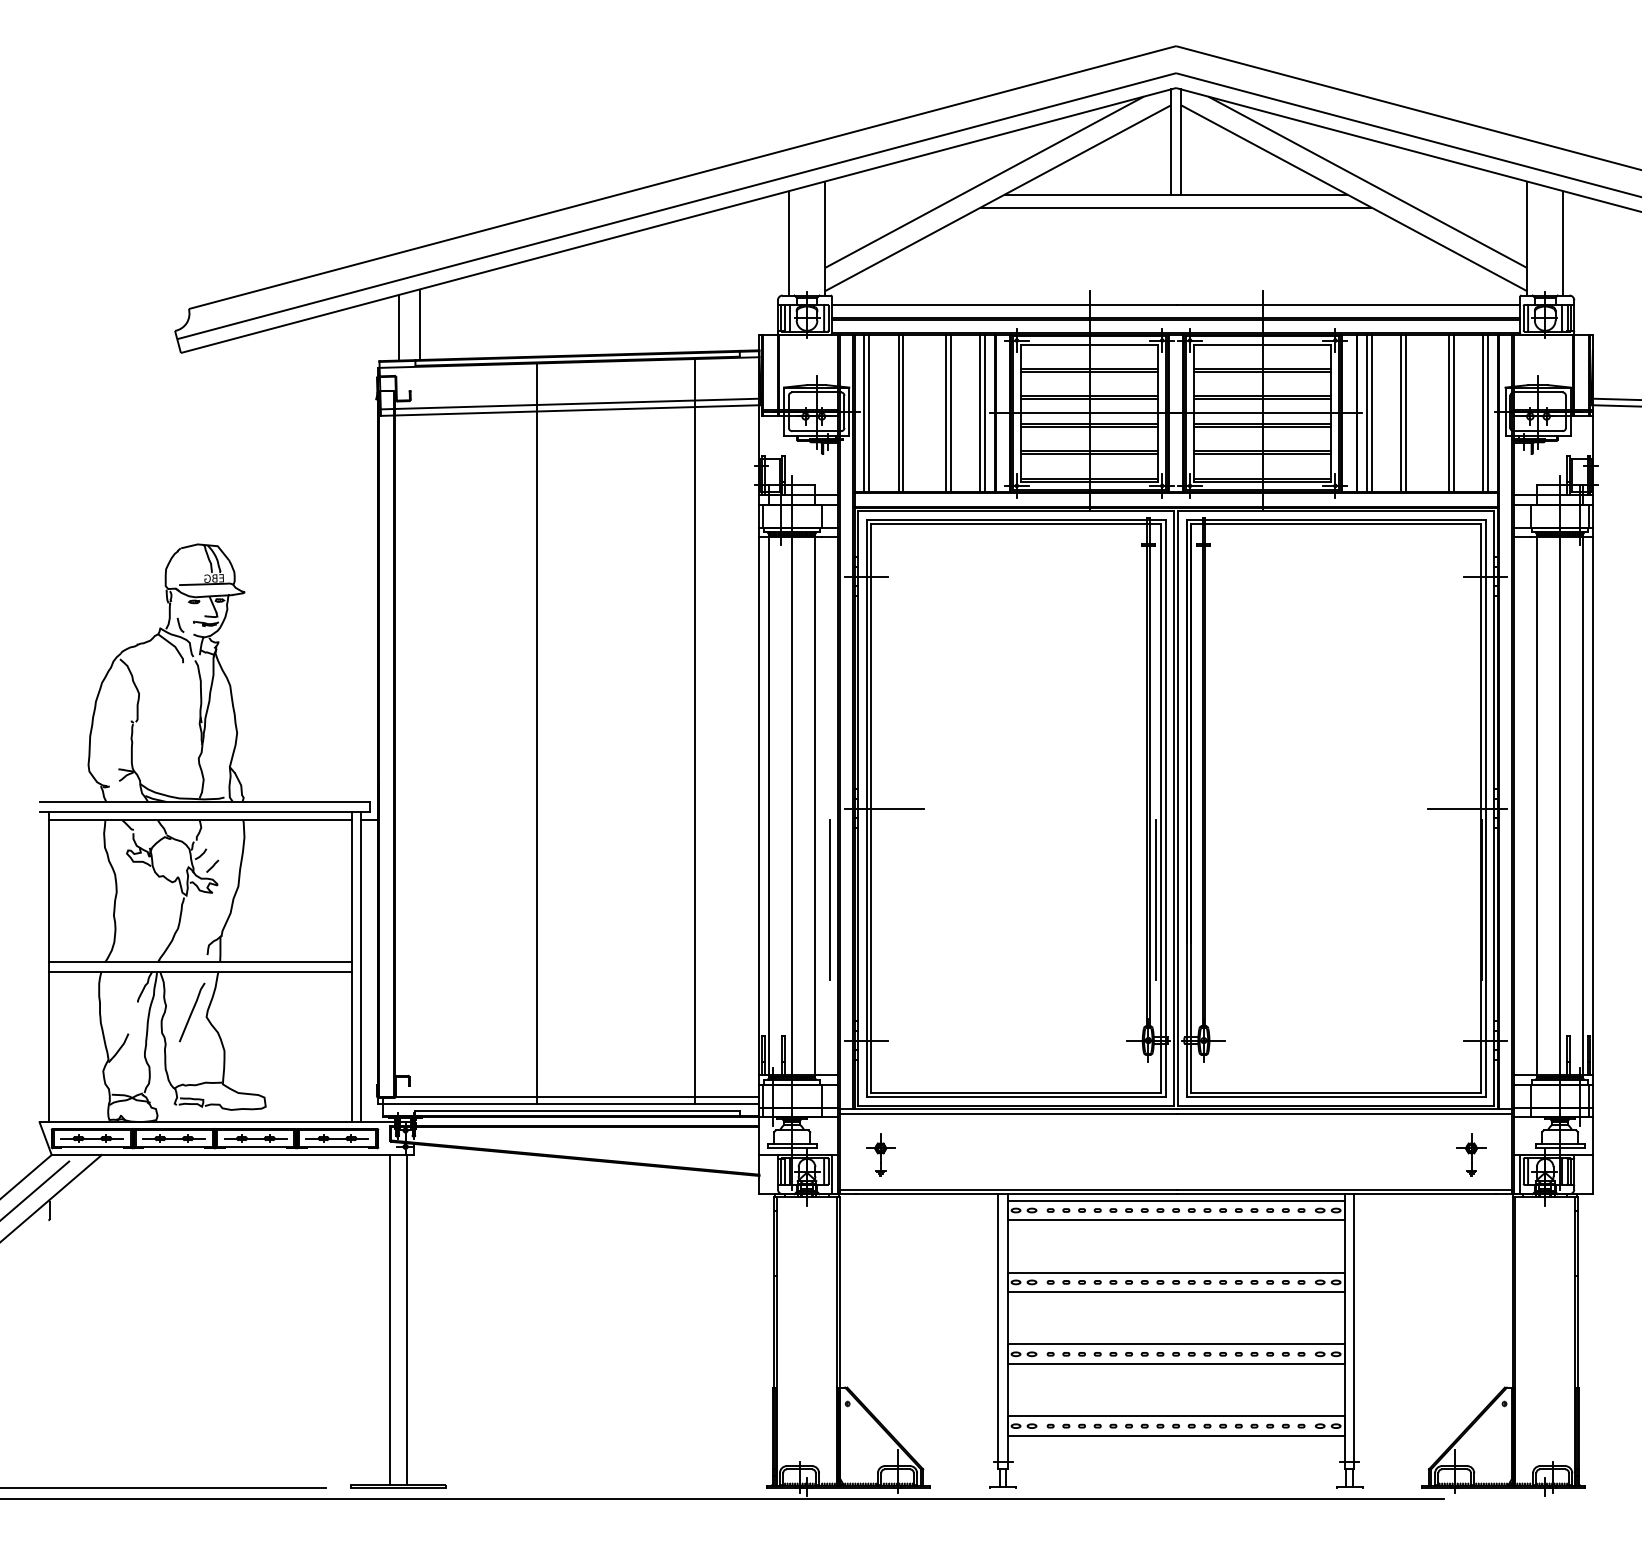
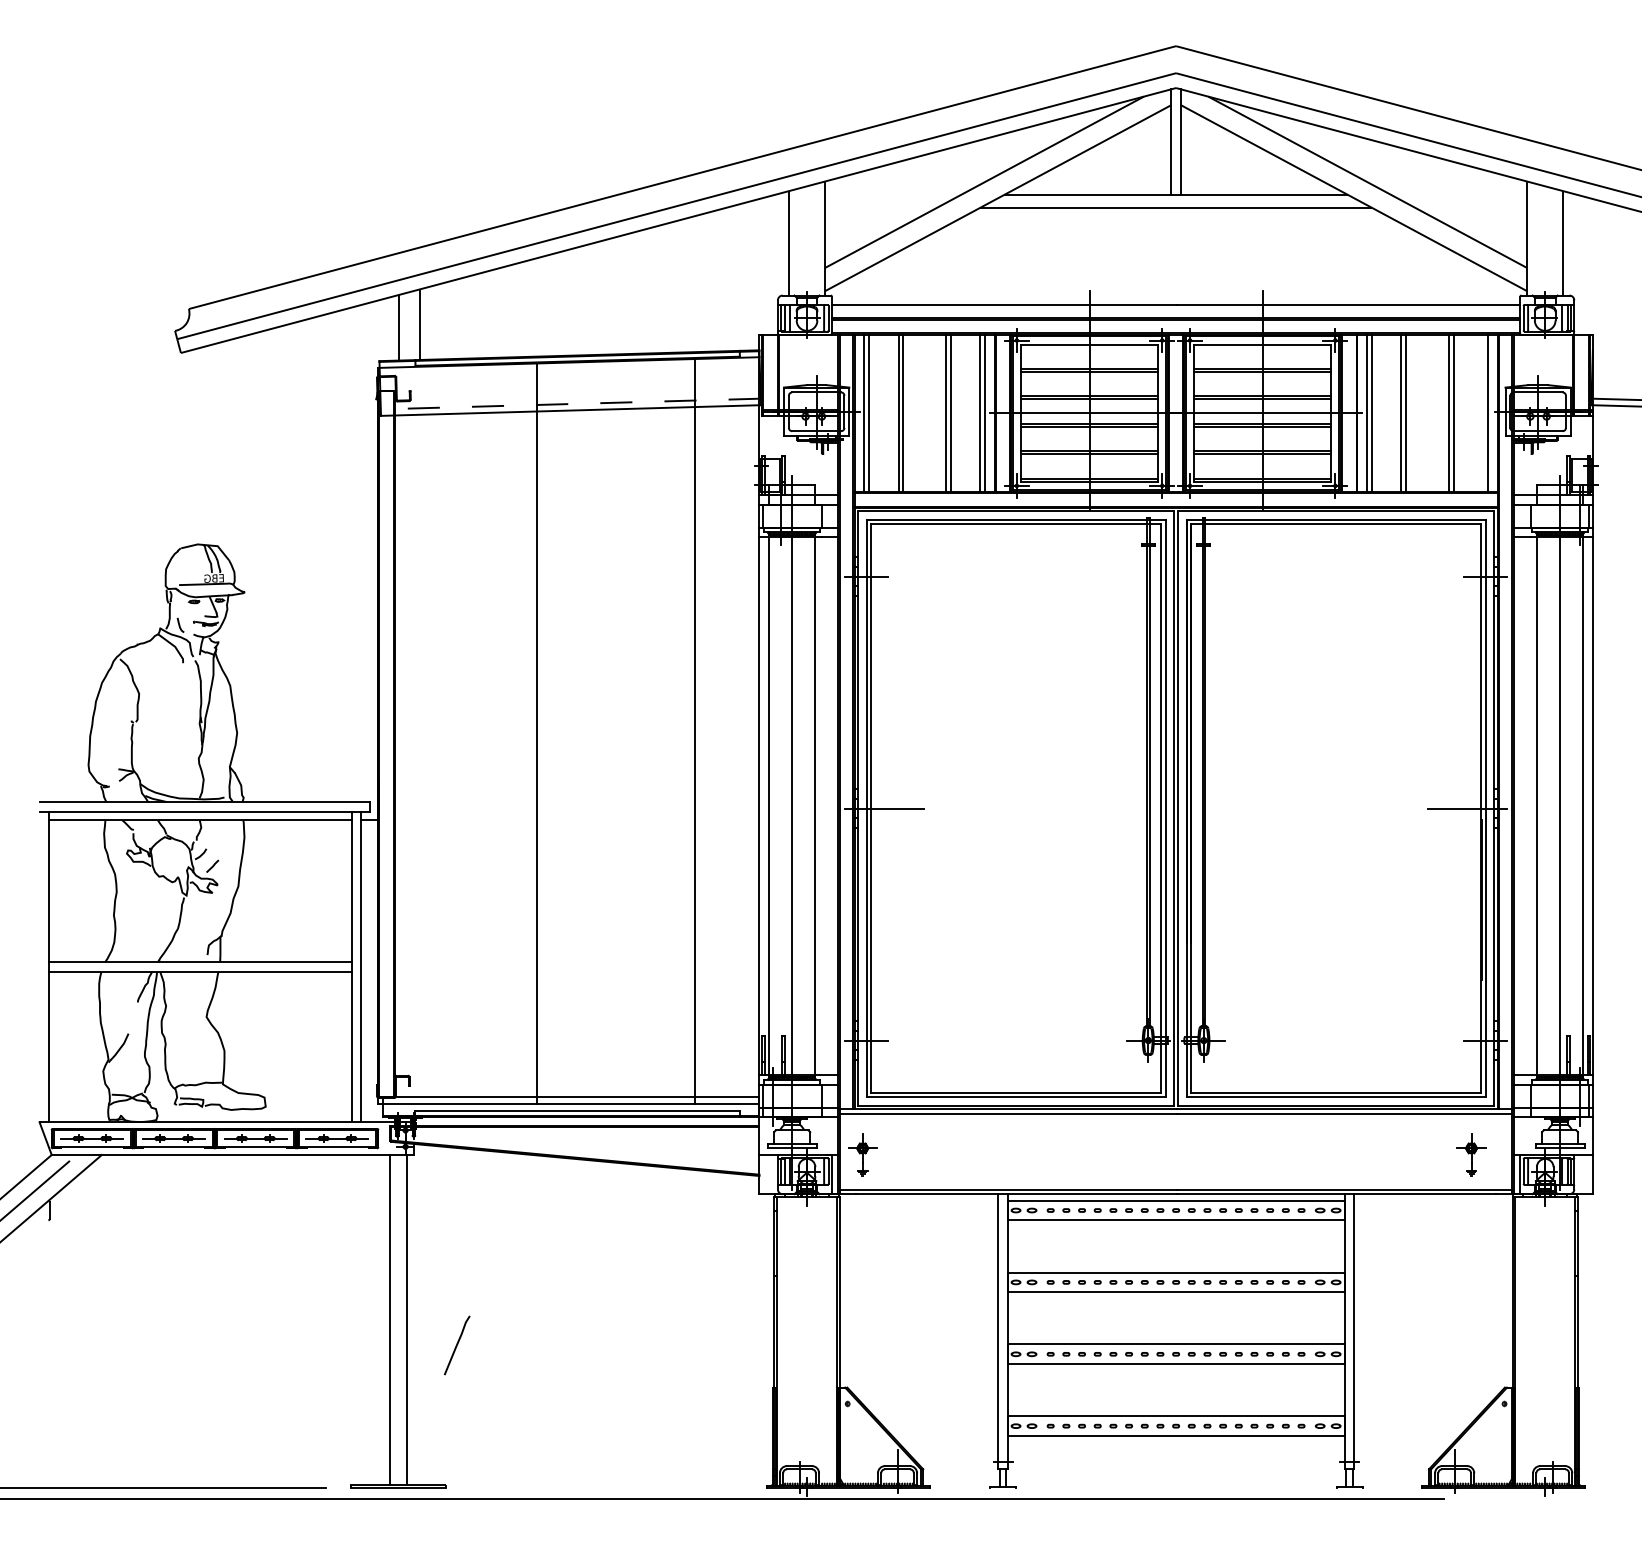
line at (570, 404): solid -> dashed
line at (1483, 412): present -> none
line at (829, 899): present -> none
line at (1155, 899): present -> none
line at (191, 1012) position: (191, 1012) -> (456, 1345)
part at (880, 1154) position: (880, 1154) -> (862, 1154)
